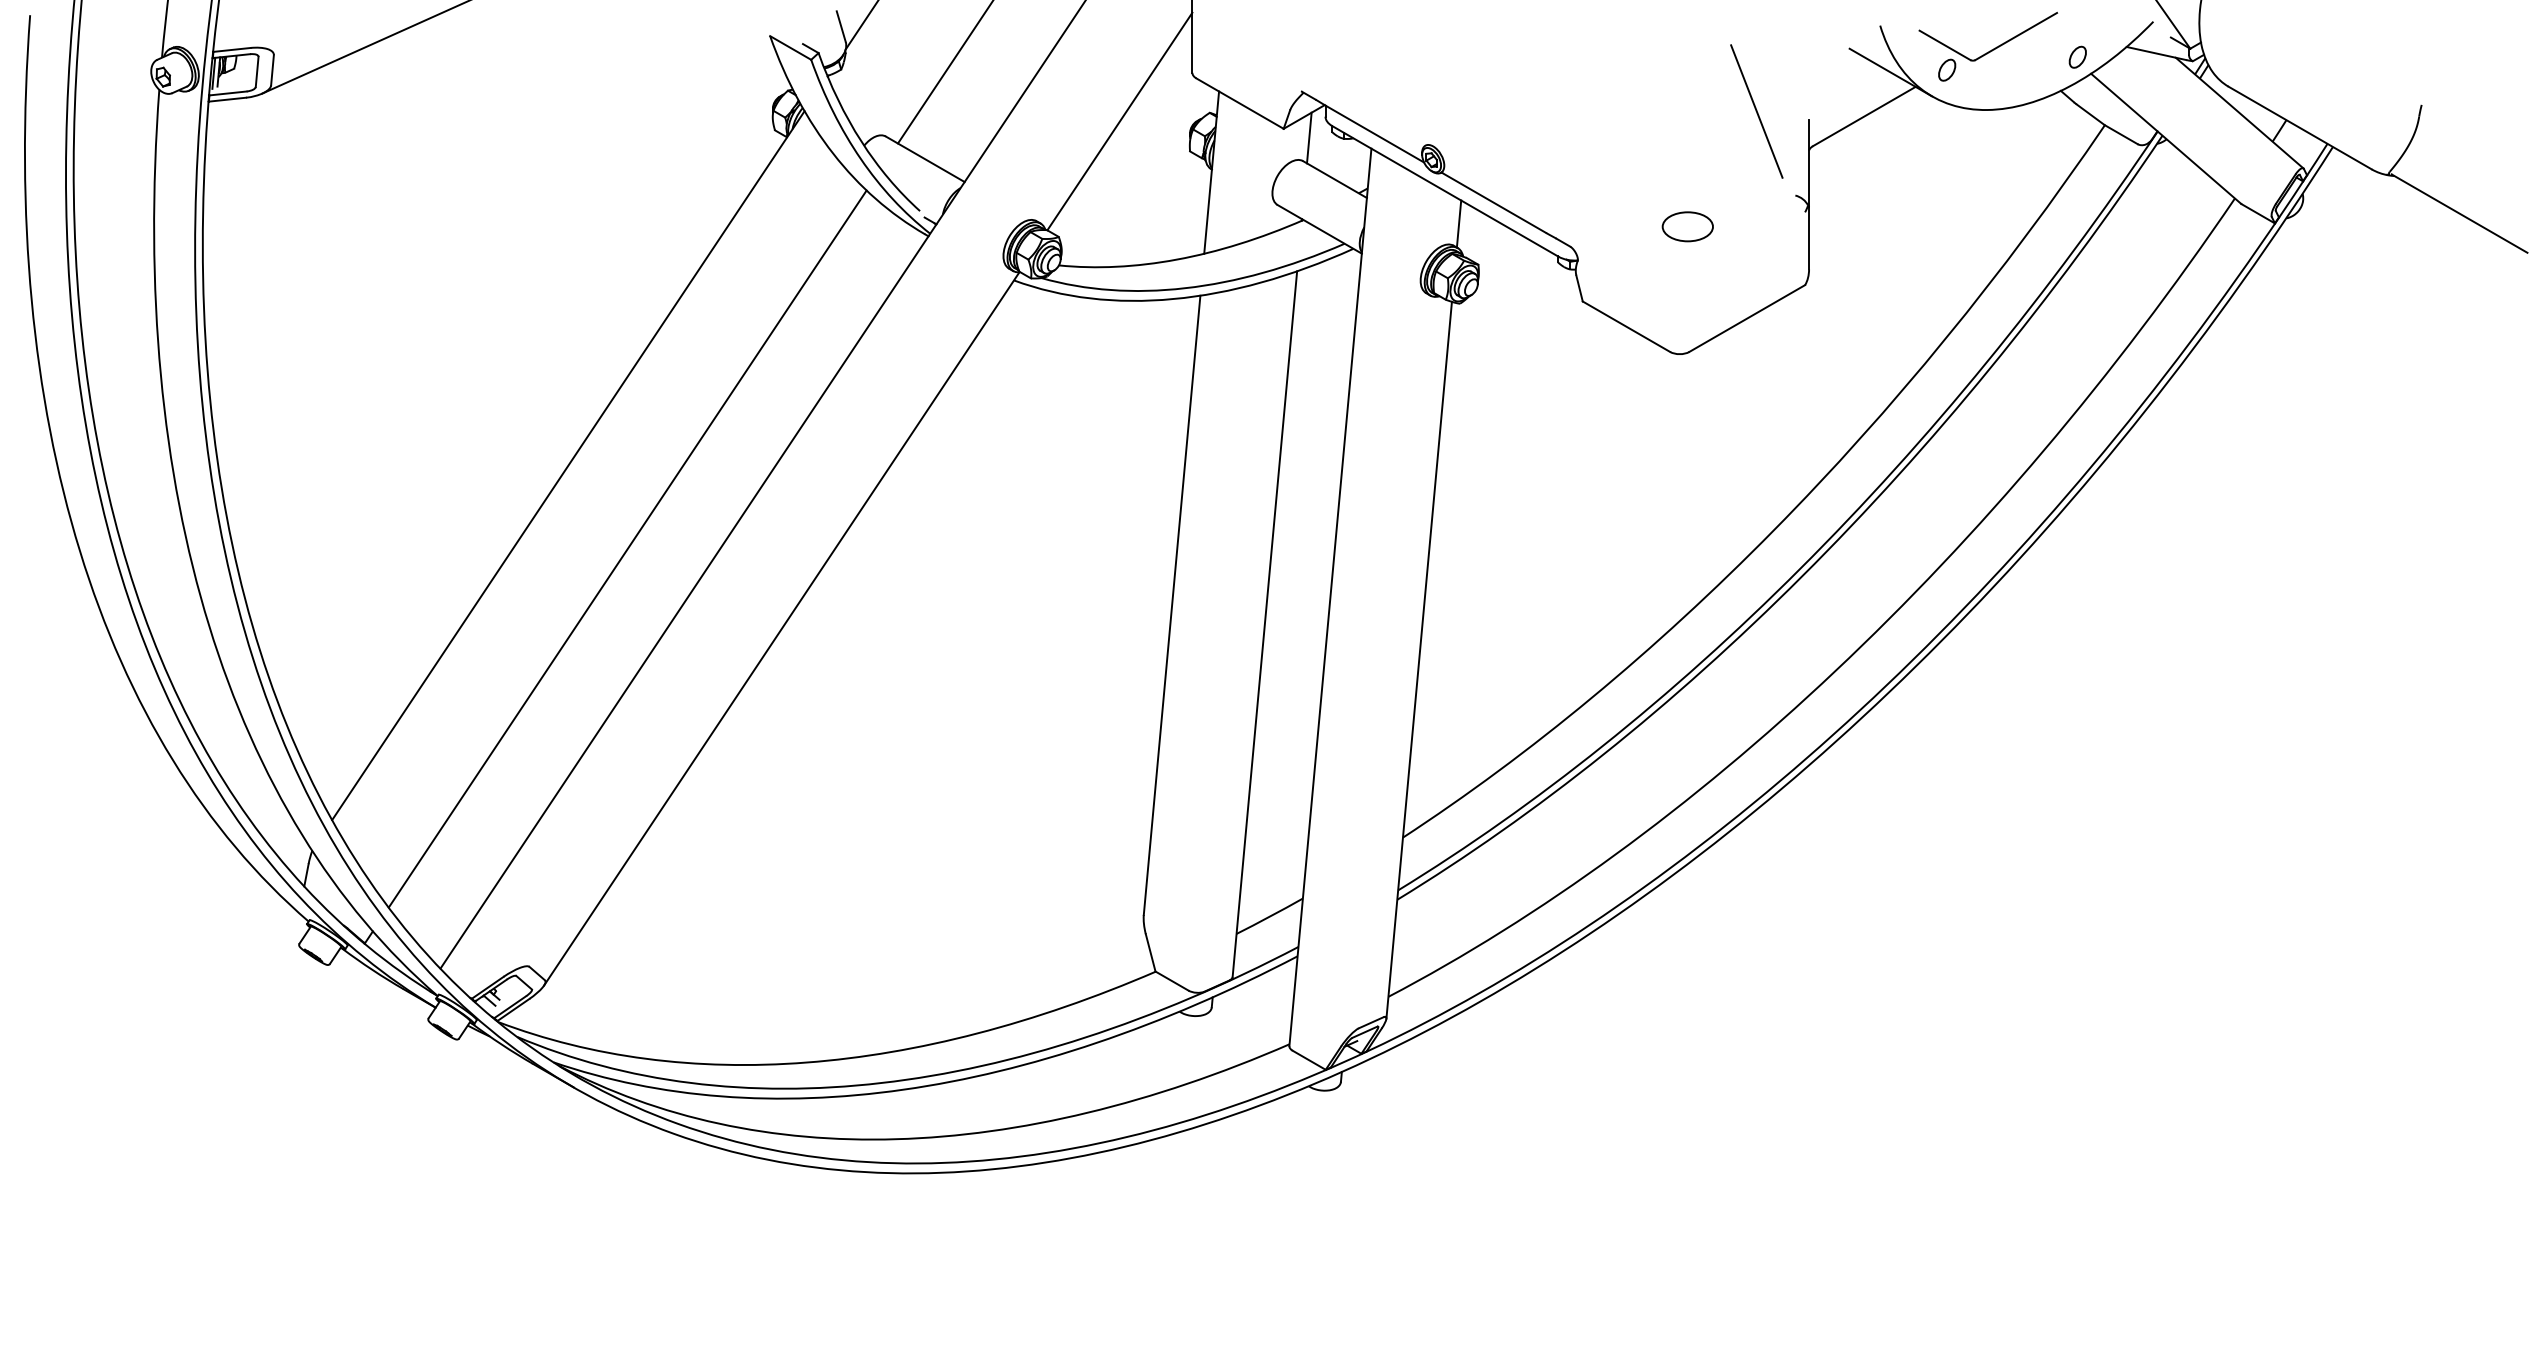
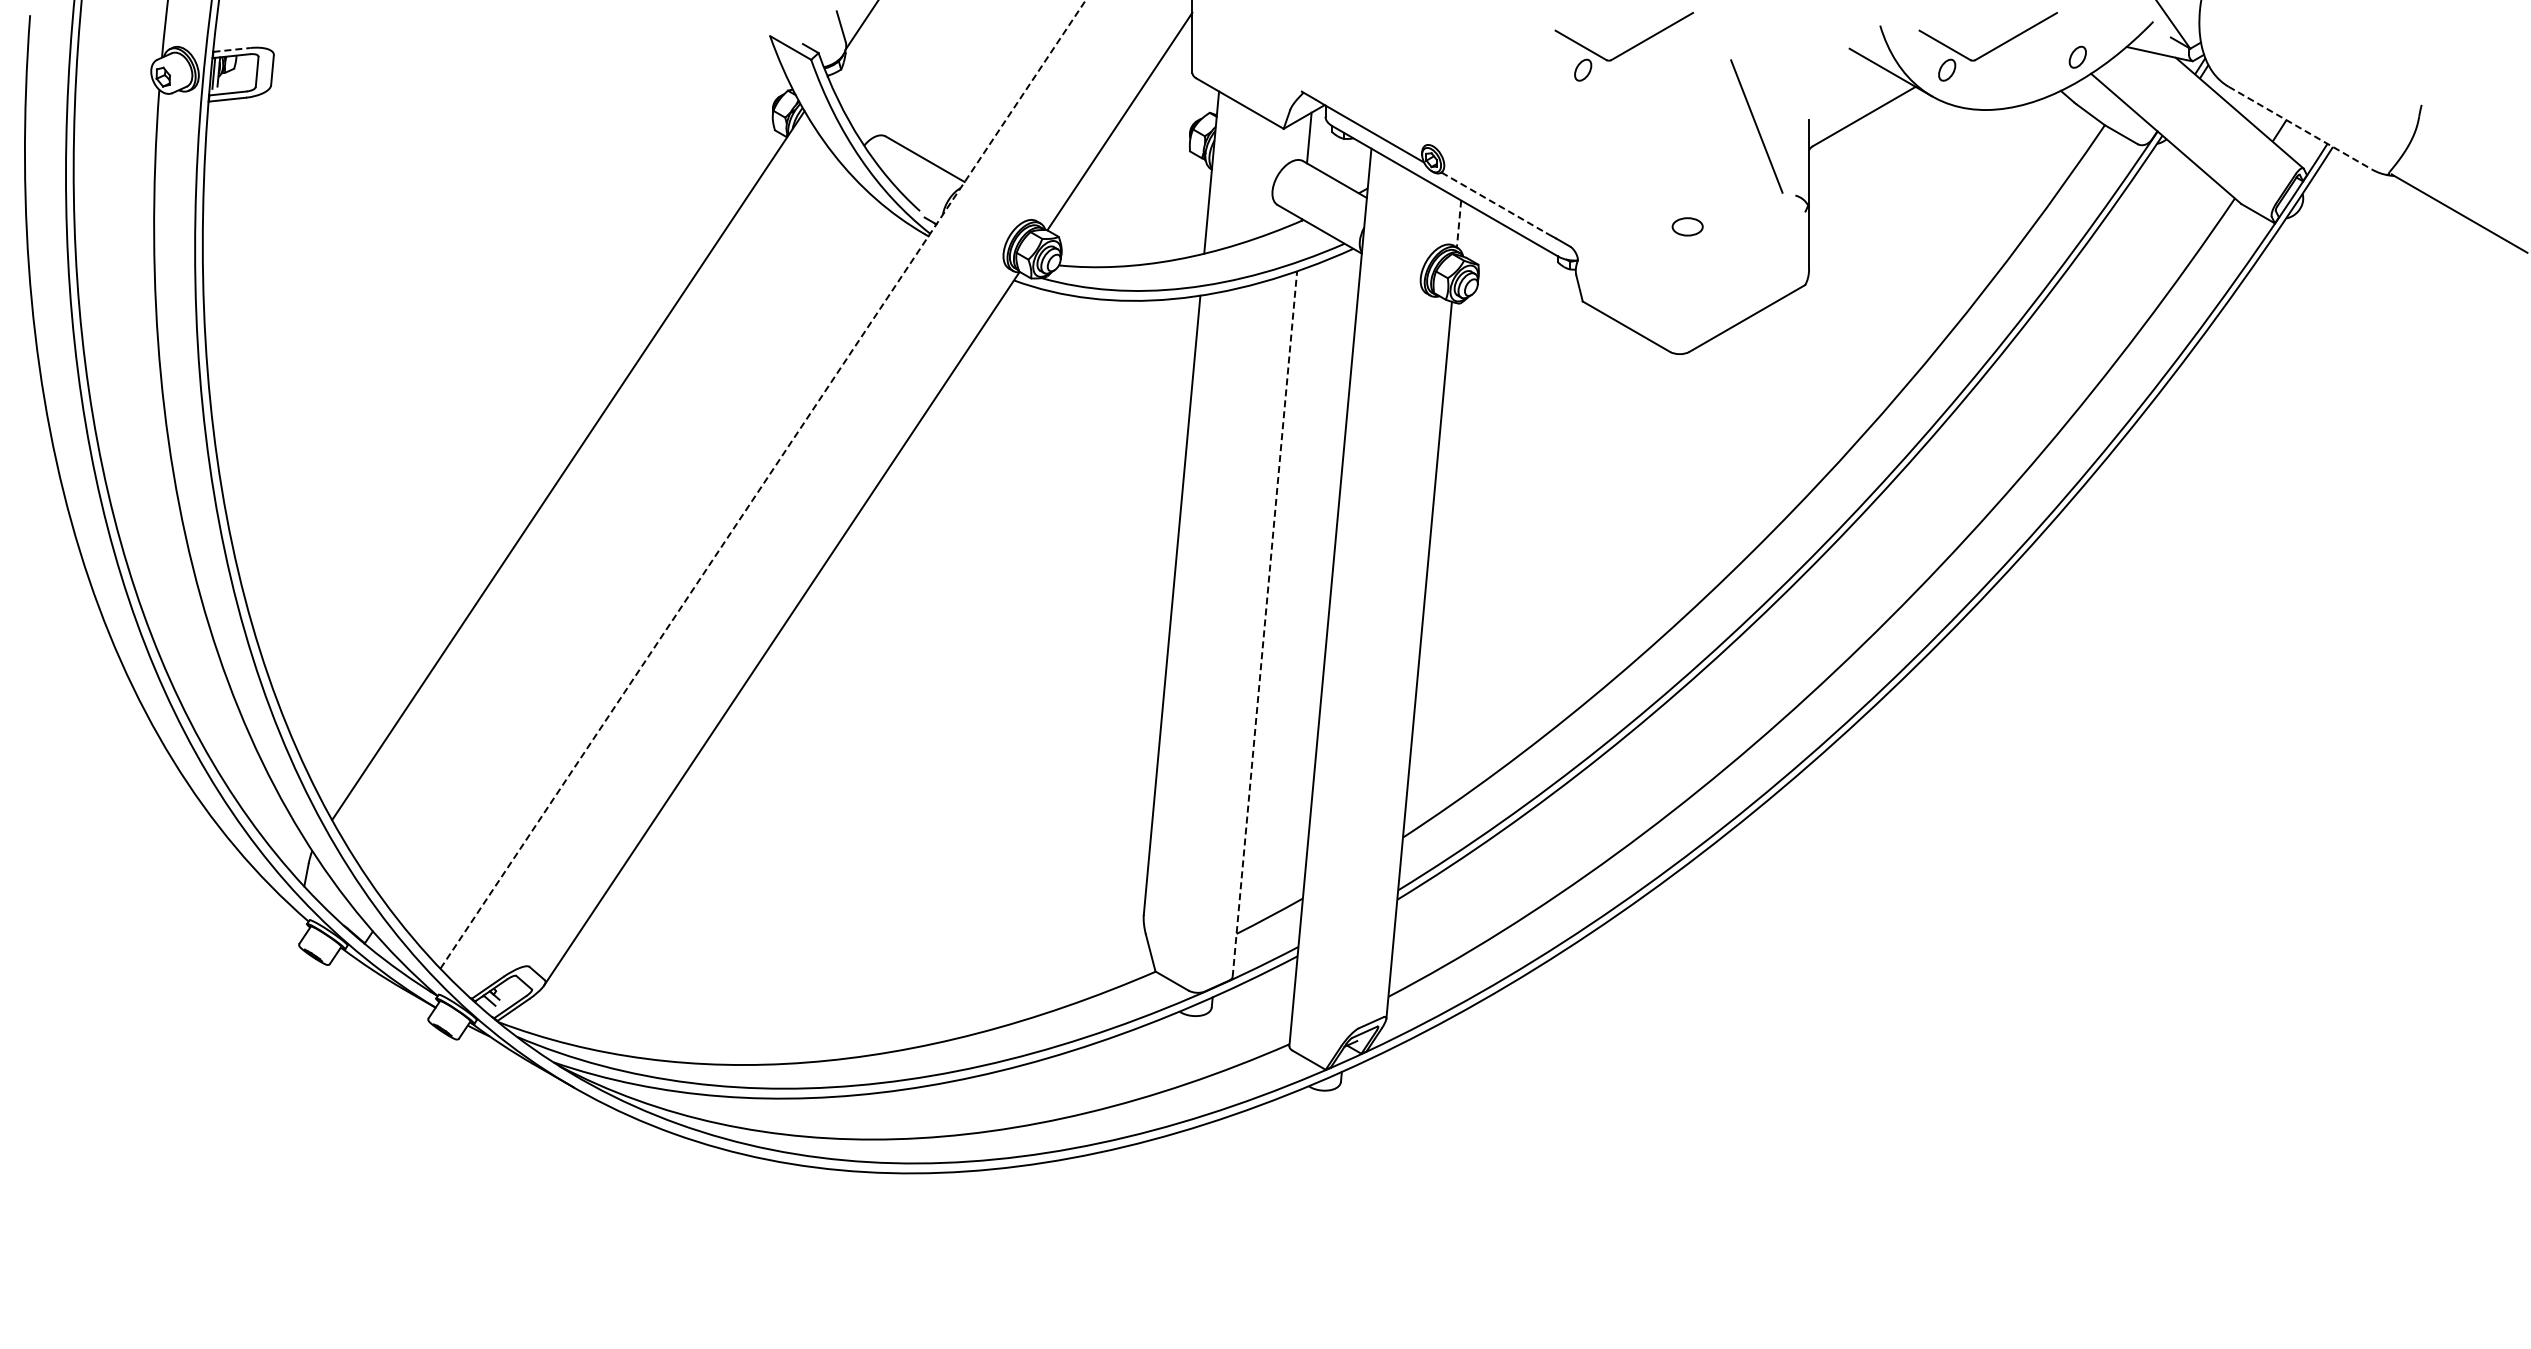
part at (1623, 46): none -> present
line at (363, 47): present -> none
line at (232, 49): solid -> dashed
line at (944, 72): present -> none
line at (1756, 111) position: (1756, 111) -> (1756, 126)
line at (2300, 128): solid -> dashed
line at (1494, 202): solid -> dashed
line at (1459, 224): solid -> dashed
part at (1687, 226) size: 53x32 px -> 33x20 px
line at (763, 484): solid -> dashed
line at (627, 548): present -> none
line at (1264, 623): solid -> dashed
